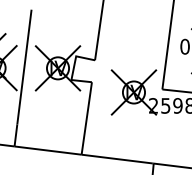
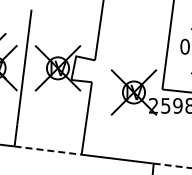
line at (48, 150): solid -> dashed
line at (172, 165): solid -> dashed
